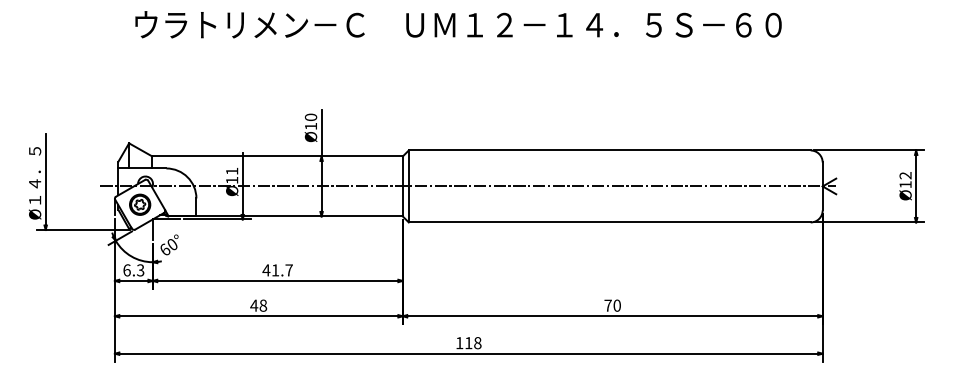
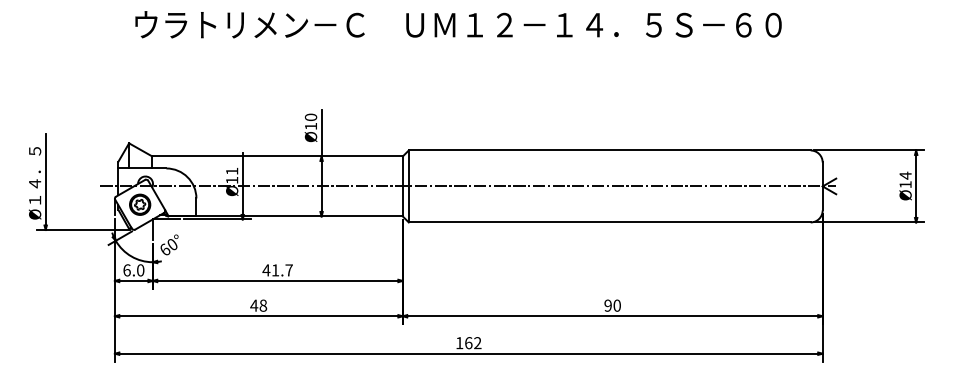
text at (905, 175): Ø12 -> Ø14
text at (140, 270): 6.3 -> 6.0
text at (607, 305): 70 -> 90
text at (473, 343): 118 -> 162
